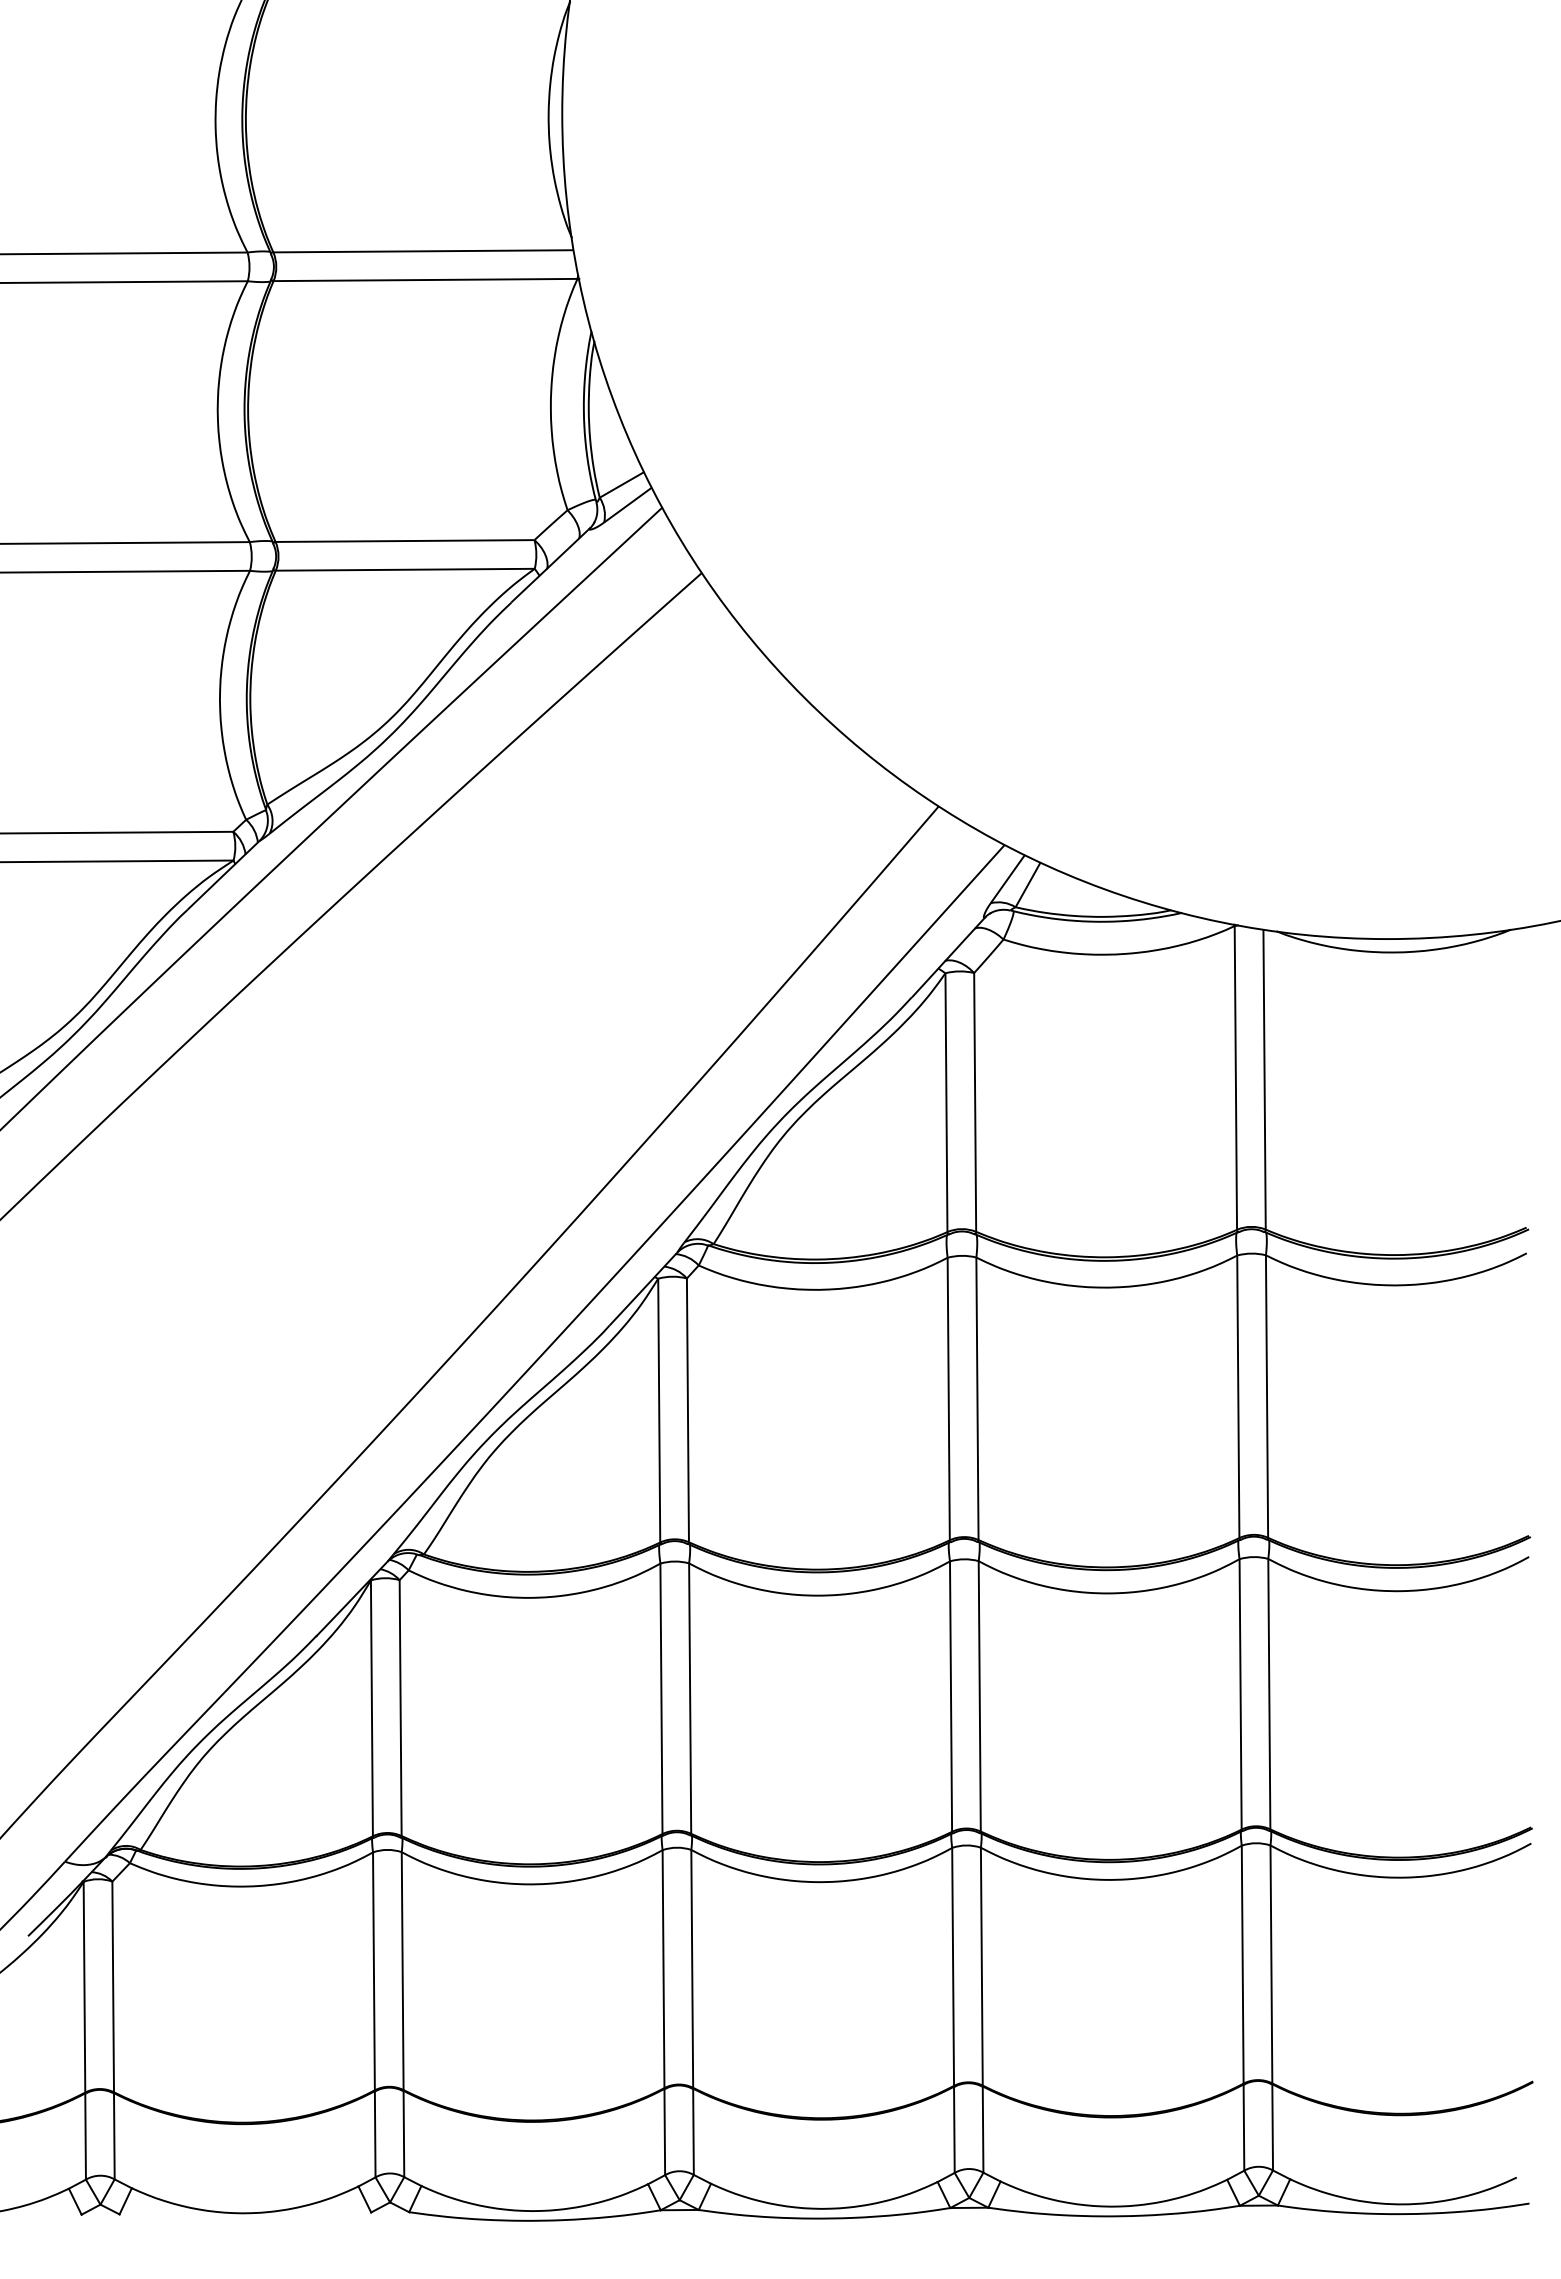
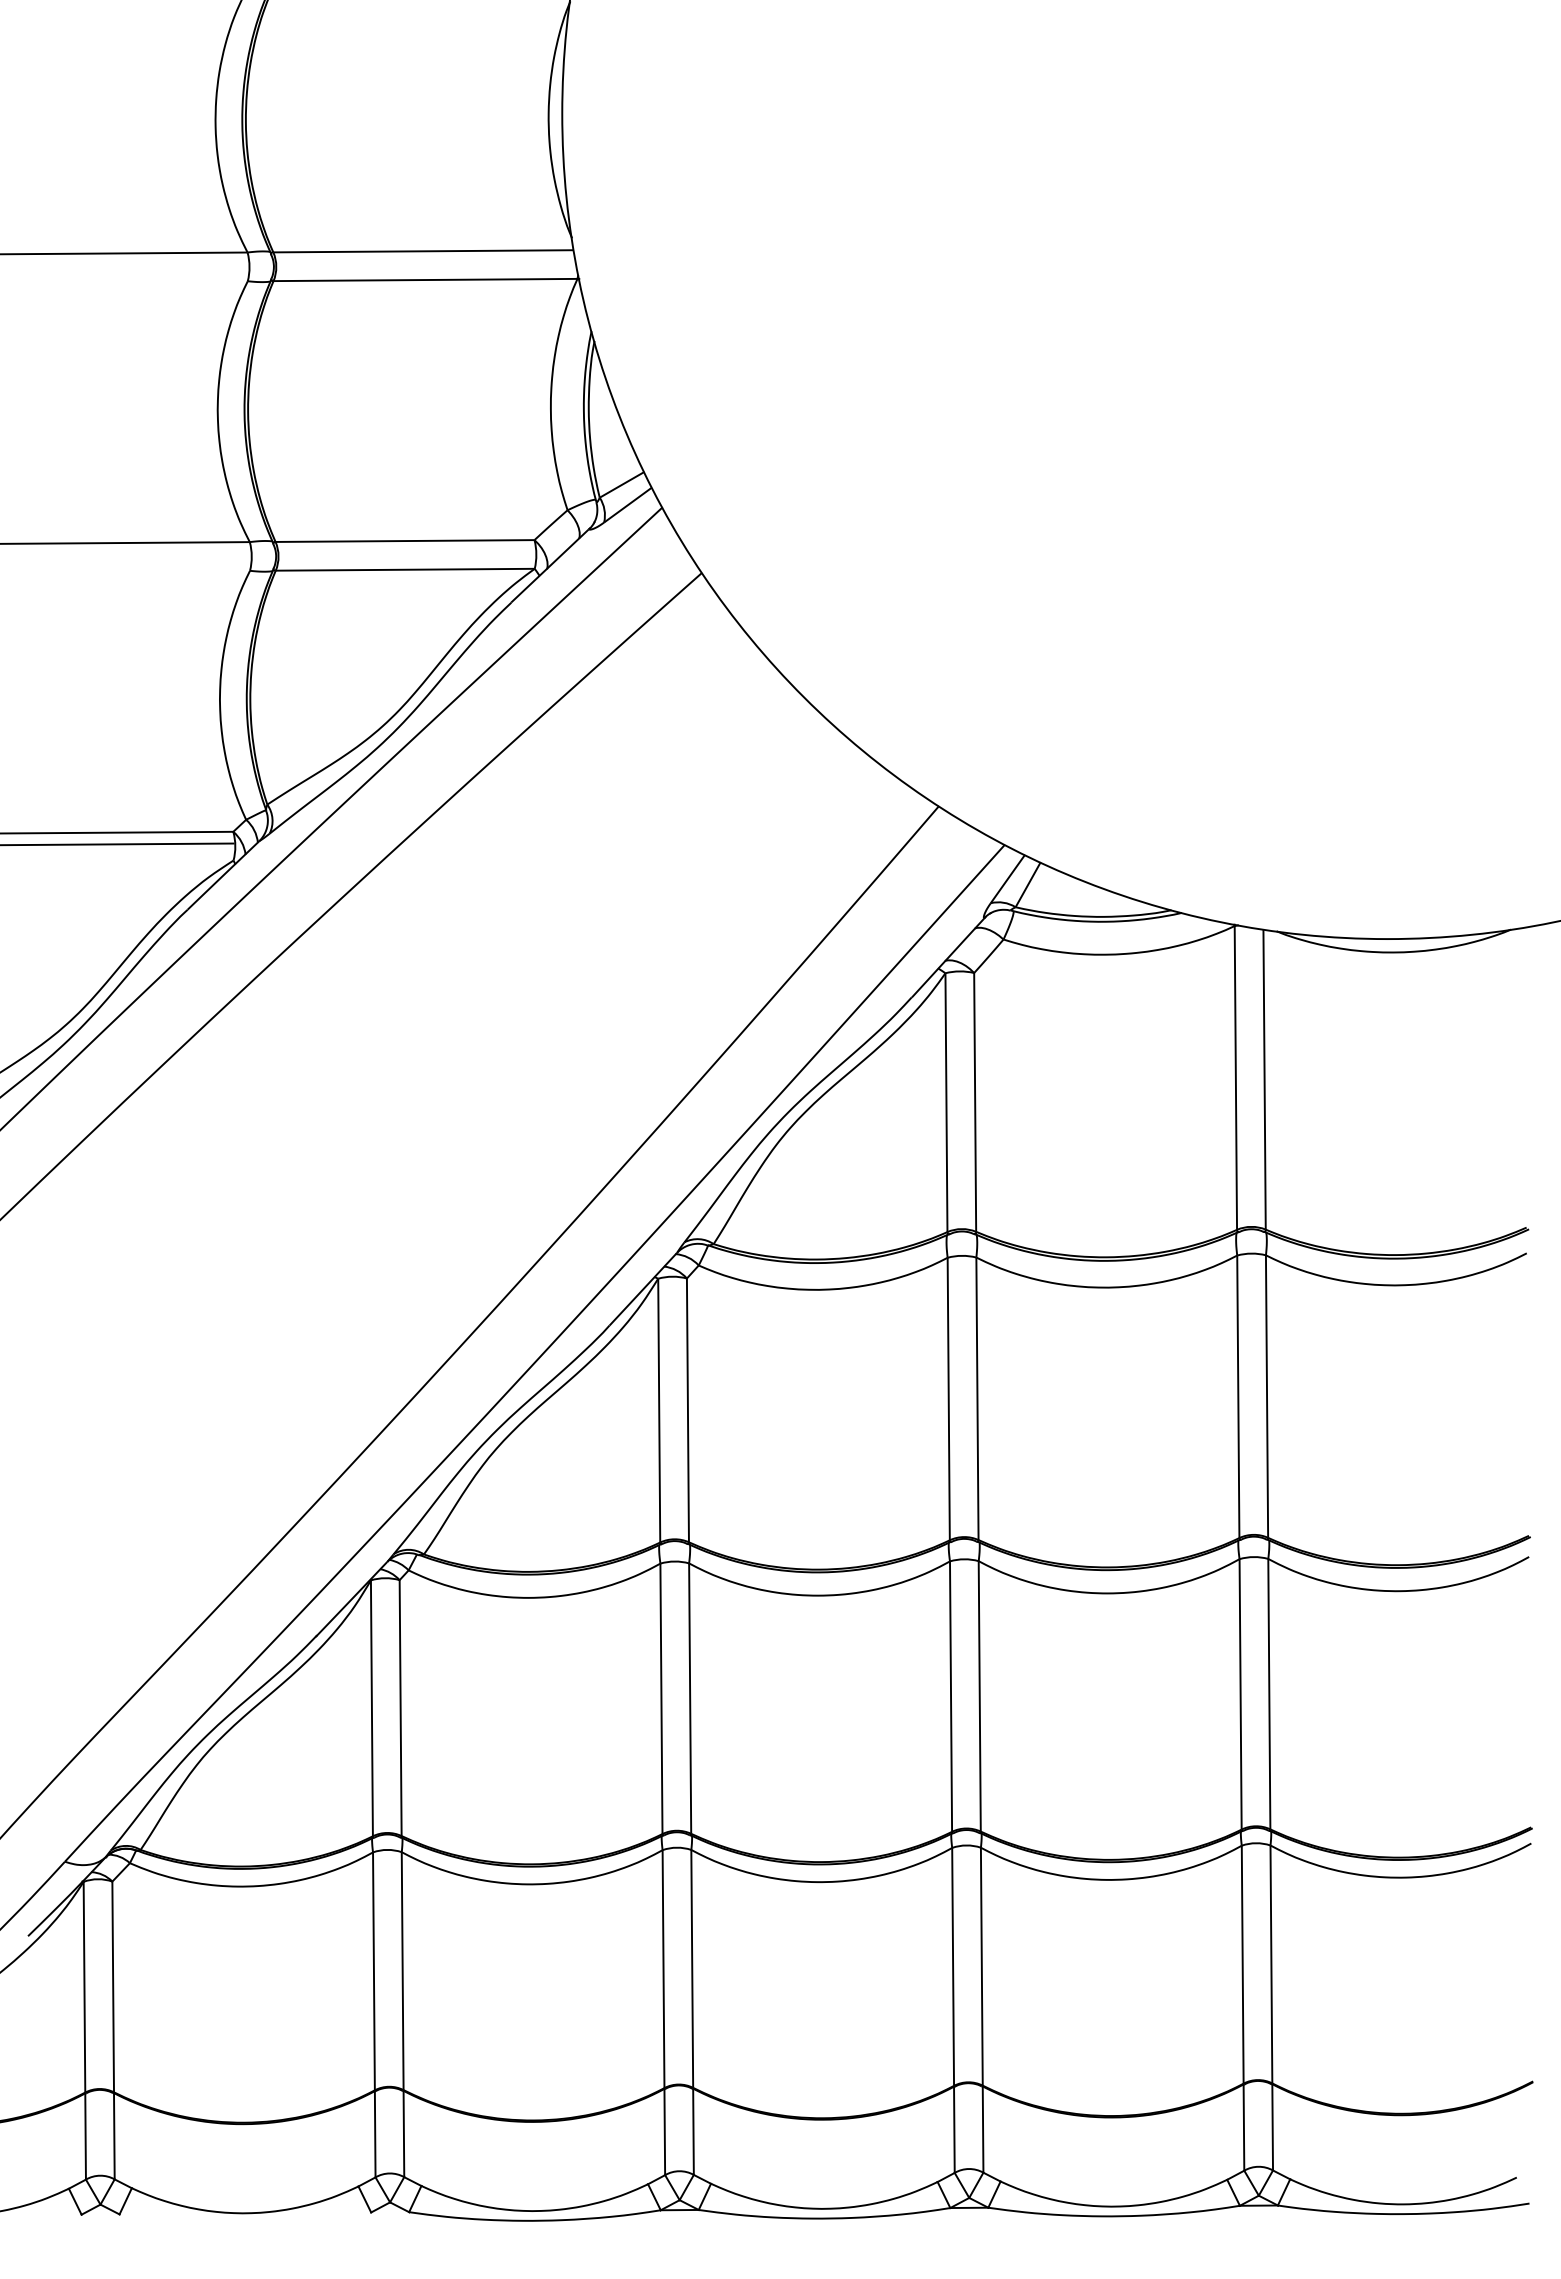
line at (124, 281): present -> none
line at (126, 571): present -> none
line at (117, 861) position: (117, 861) -> (117, 844)
